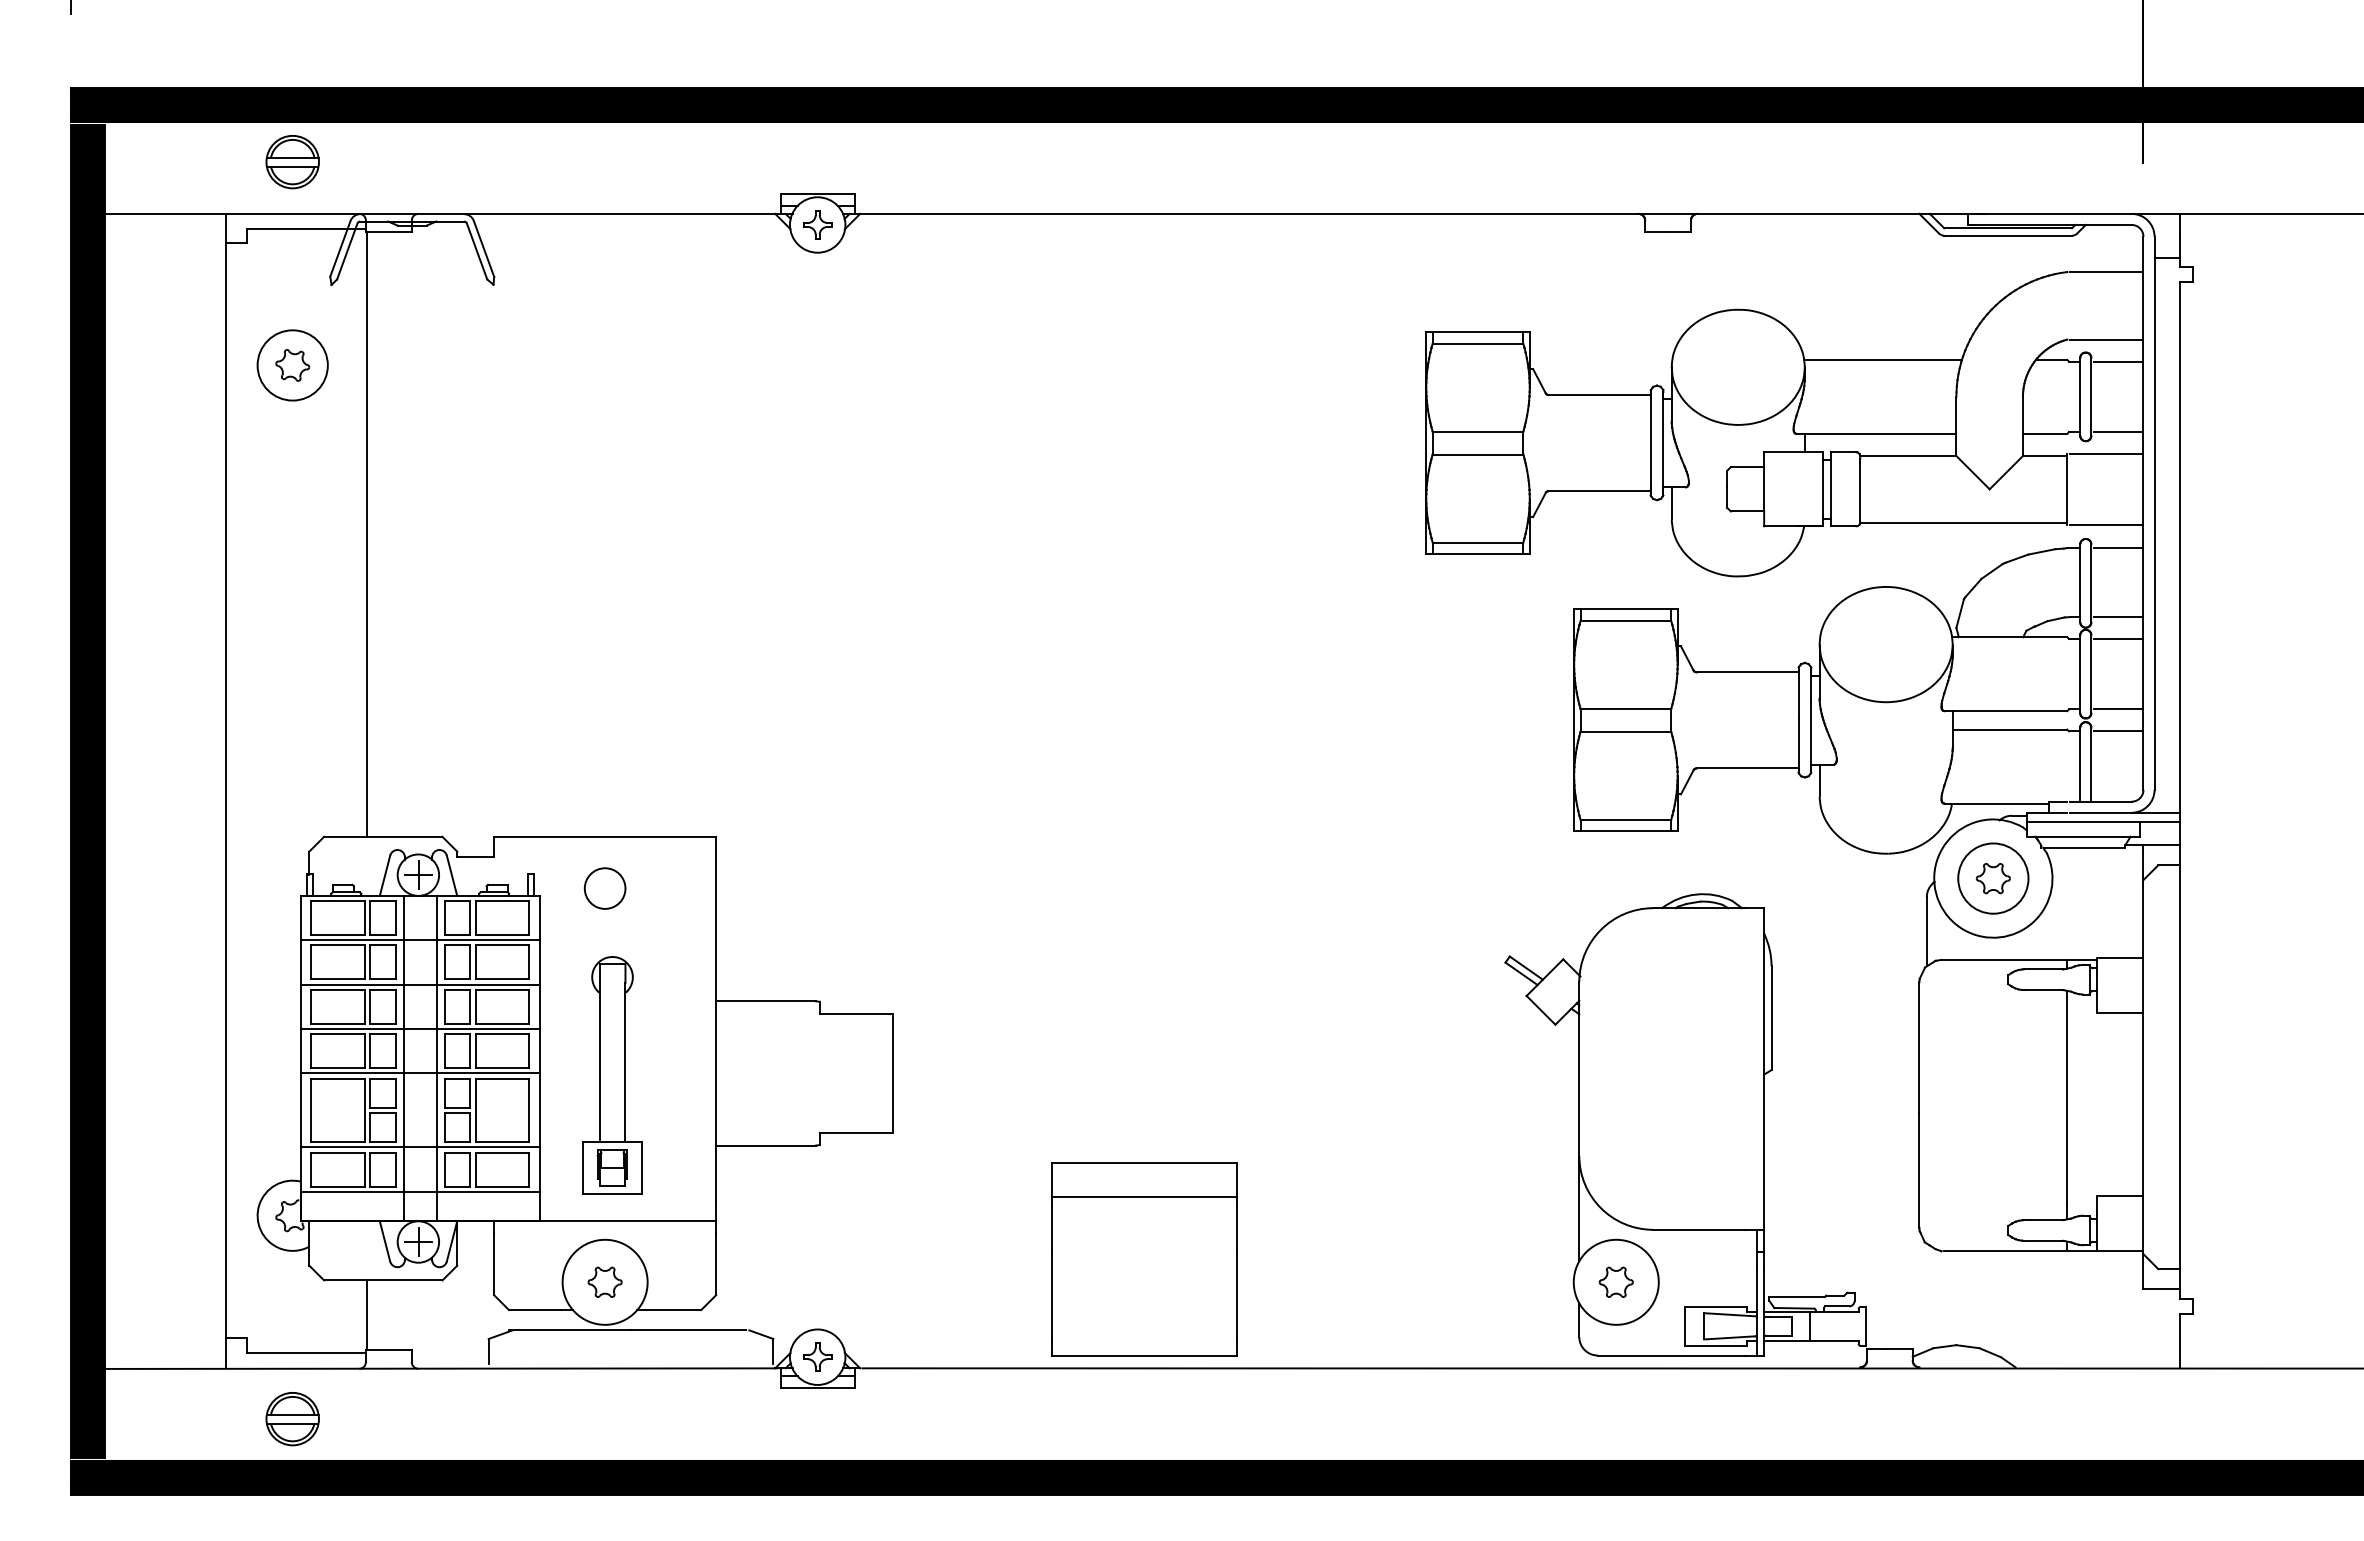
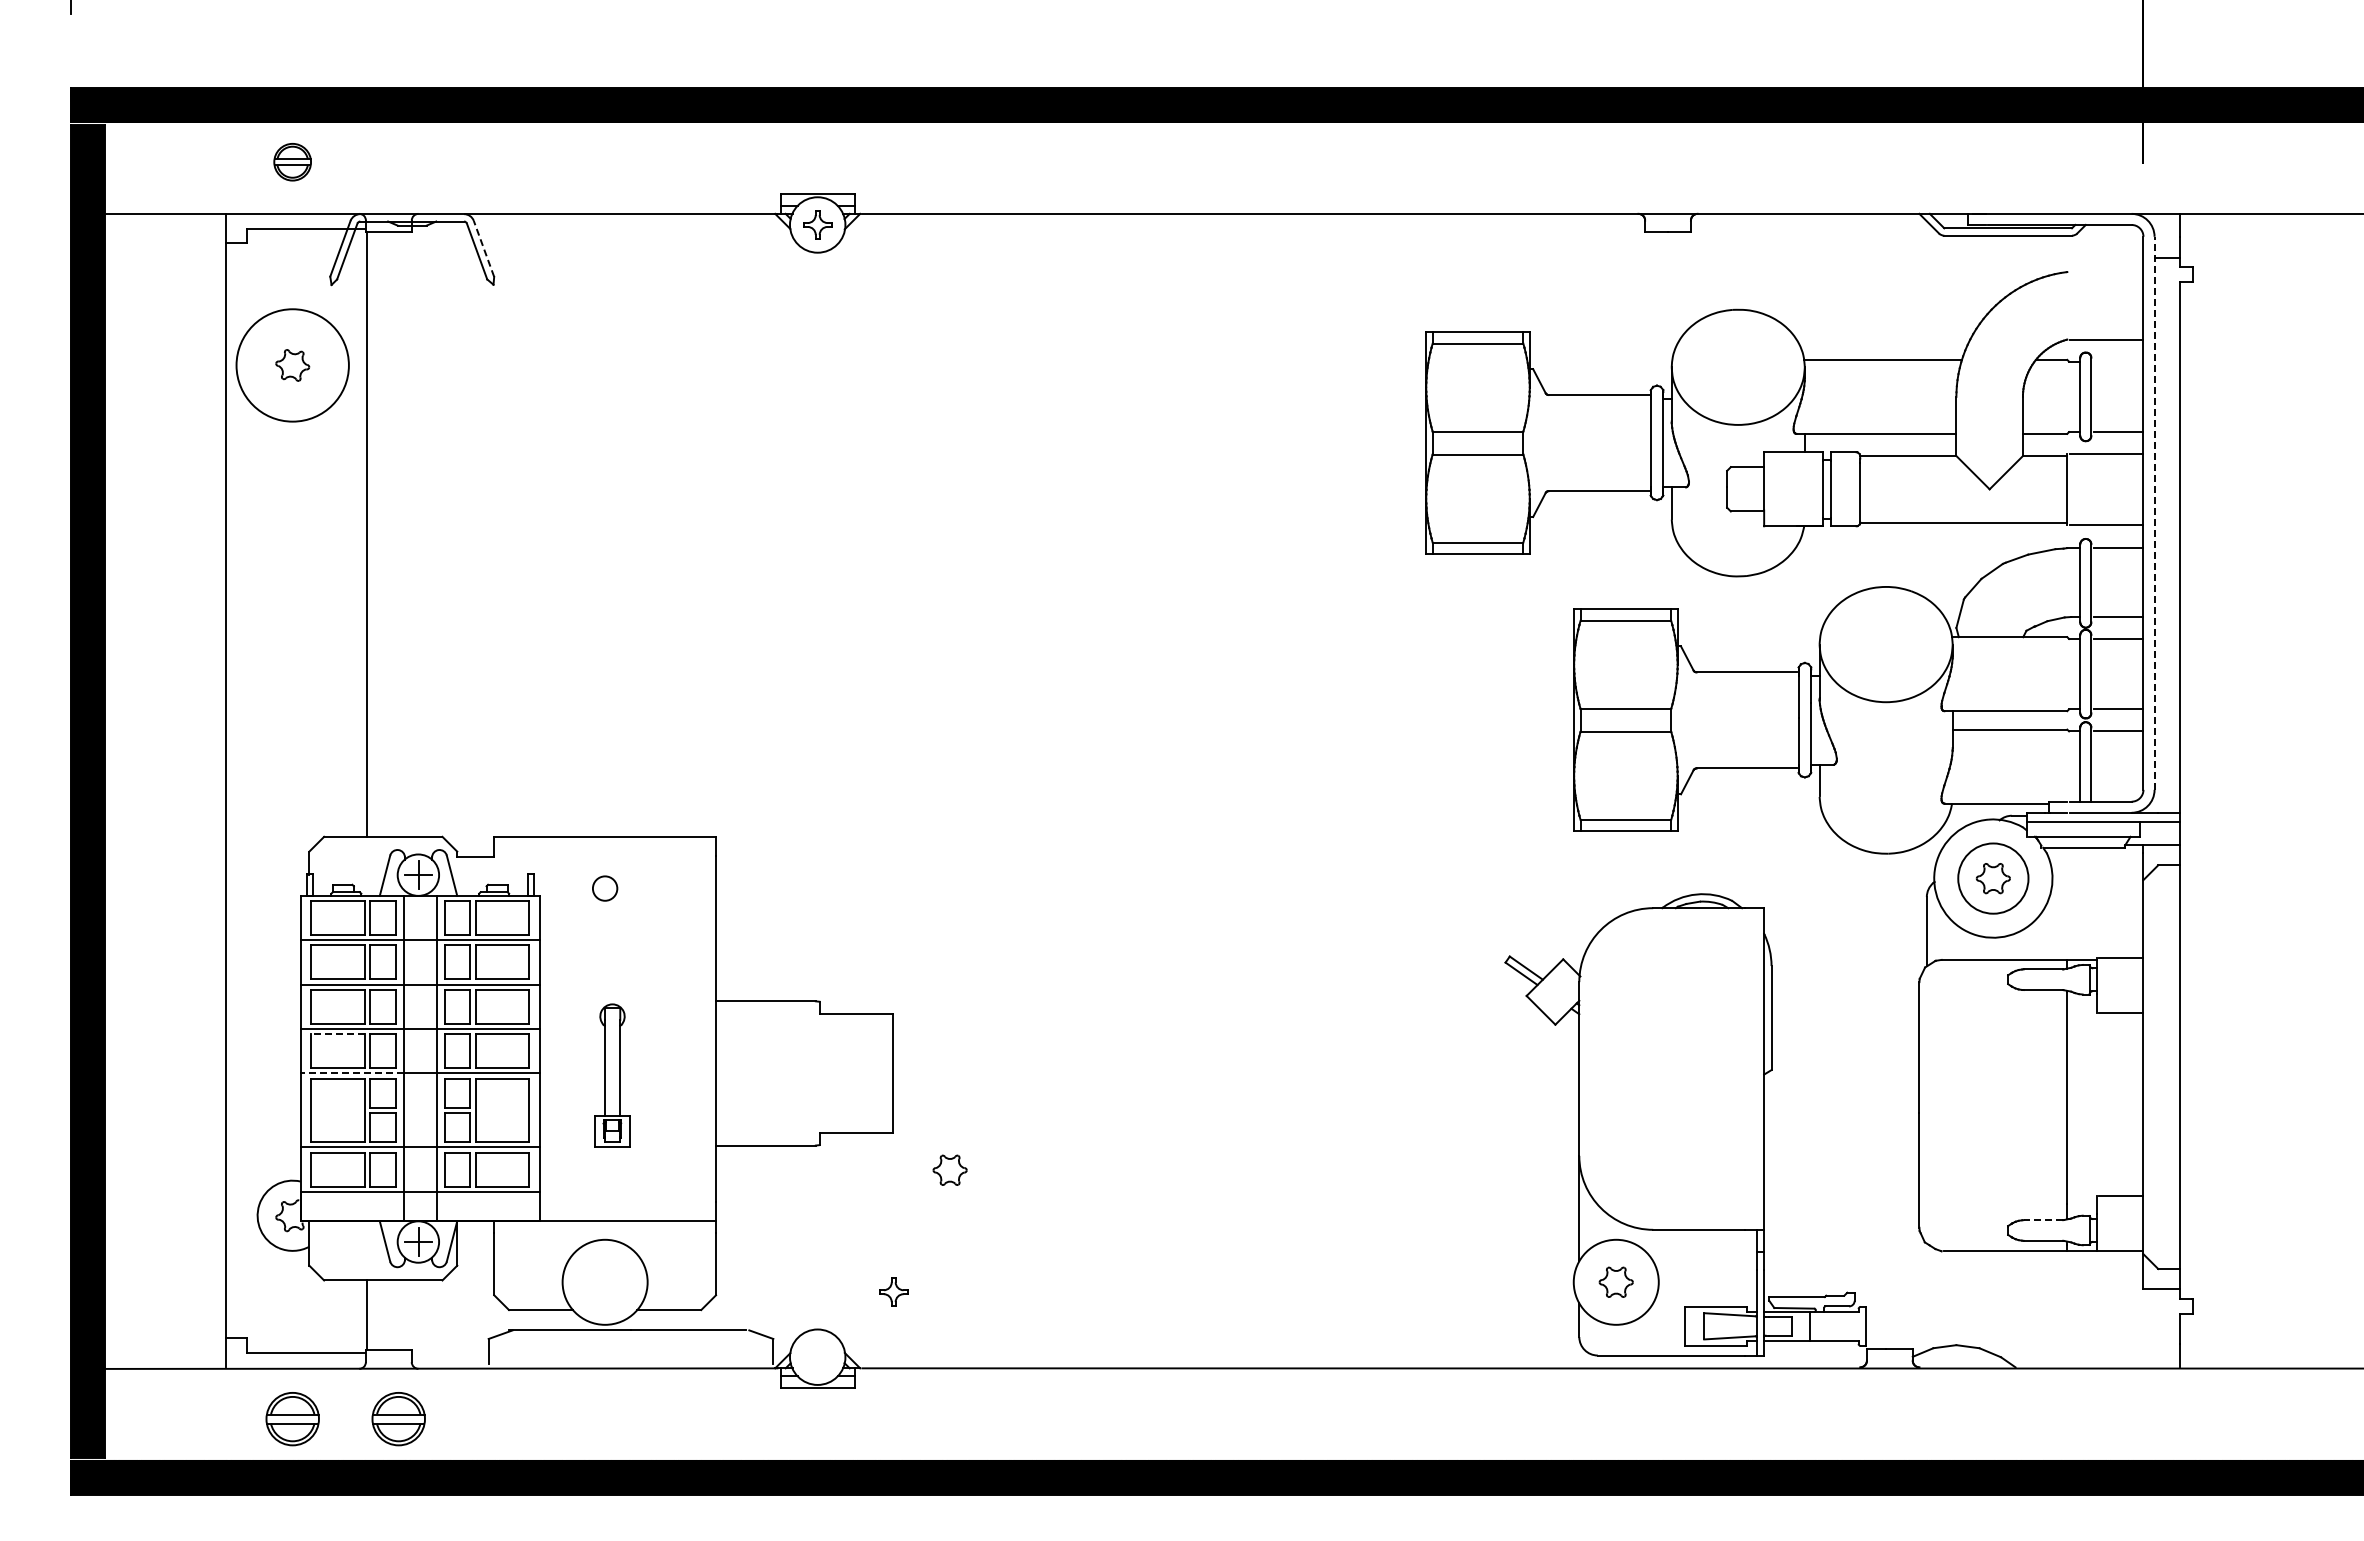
part at (292, 162) size: 55x55 px -> 39x39 px
line at (484, 248): solid -> dashed
line at (2106, 272): present -> none
line at (2118, 361): present -> none
circle at (292, 365) diameter: 70 px -> 112 px
line at (2154, 513): solid -> dashed
circle at (604, 888) diameter: 41 px -> 24 px
line at (337, 1034): solid -> dashed
line at (352, 1073): solid -> dashed
part at (612, 1075) size: 61x239 px -> 37x145 px
line at (2043, 1220): solid -> dashed
part at (1144, 1259): present -> none
part at (604, 1281) position: (604, 1281) -> (949, 1169)
part at (817, 1356) position: (817, 1356) -> (893, 1291)
part at (398, 1419): none -> present
